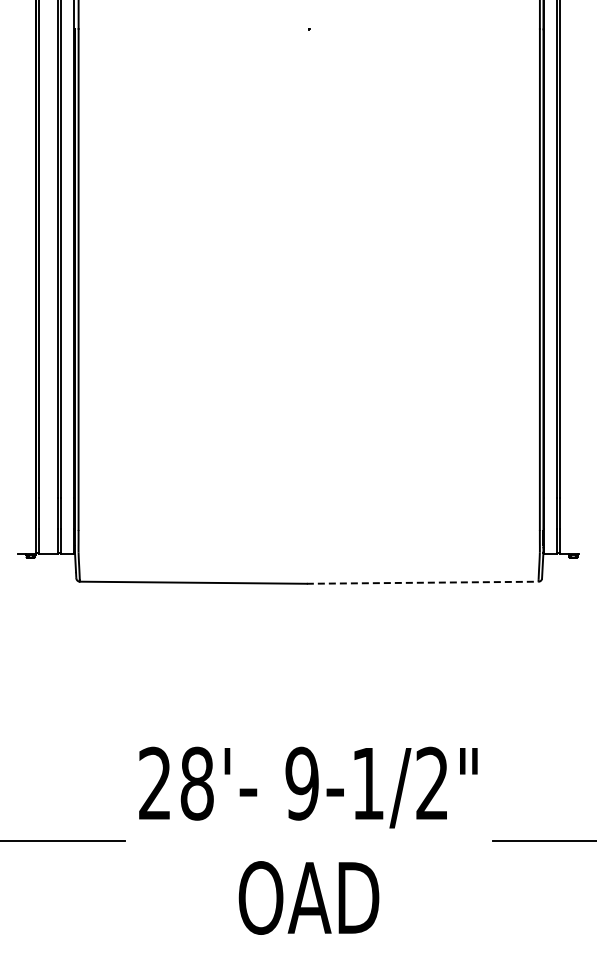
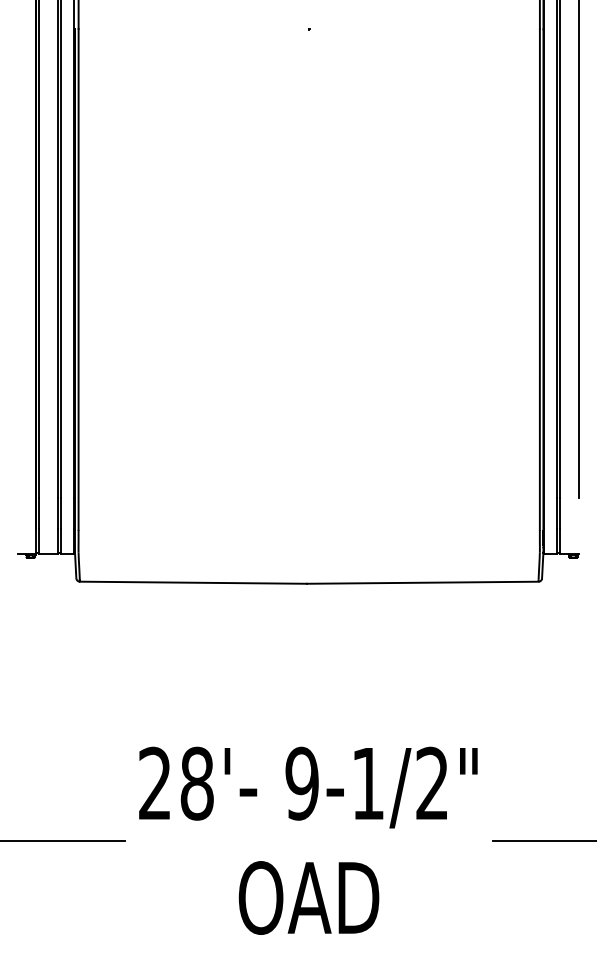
line at (579, 250): none -> present
line at (422, 582): dashed -> solid
